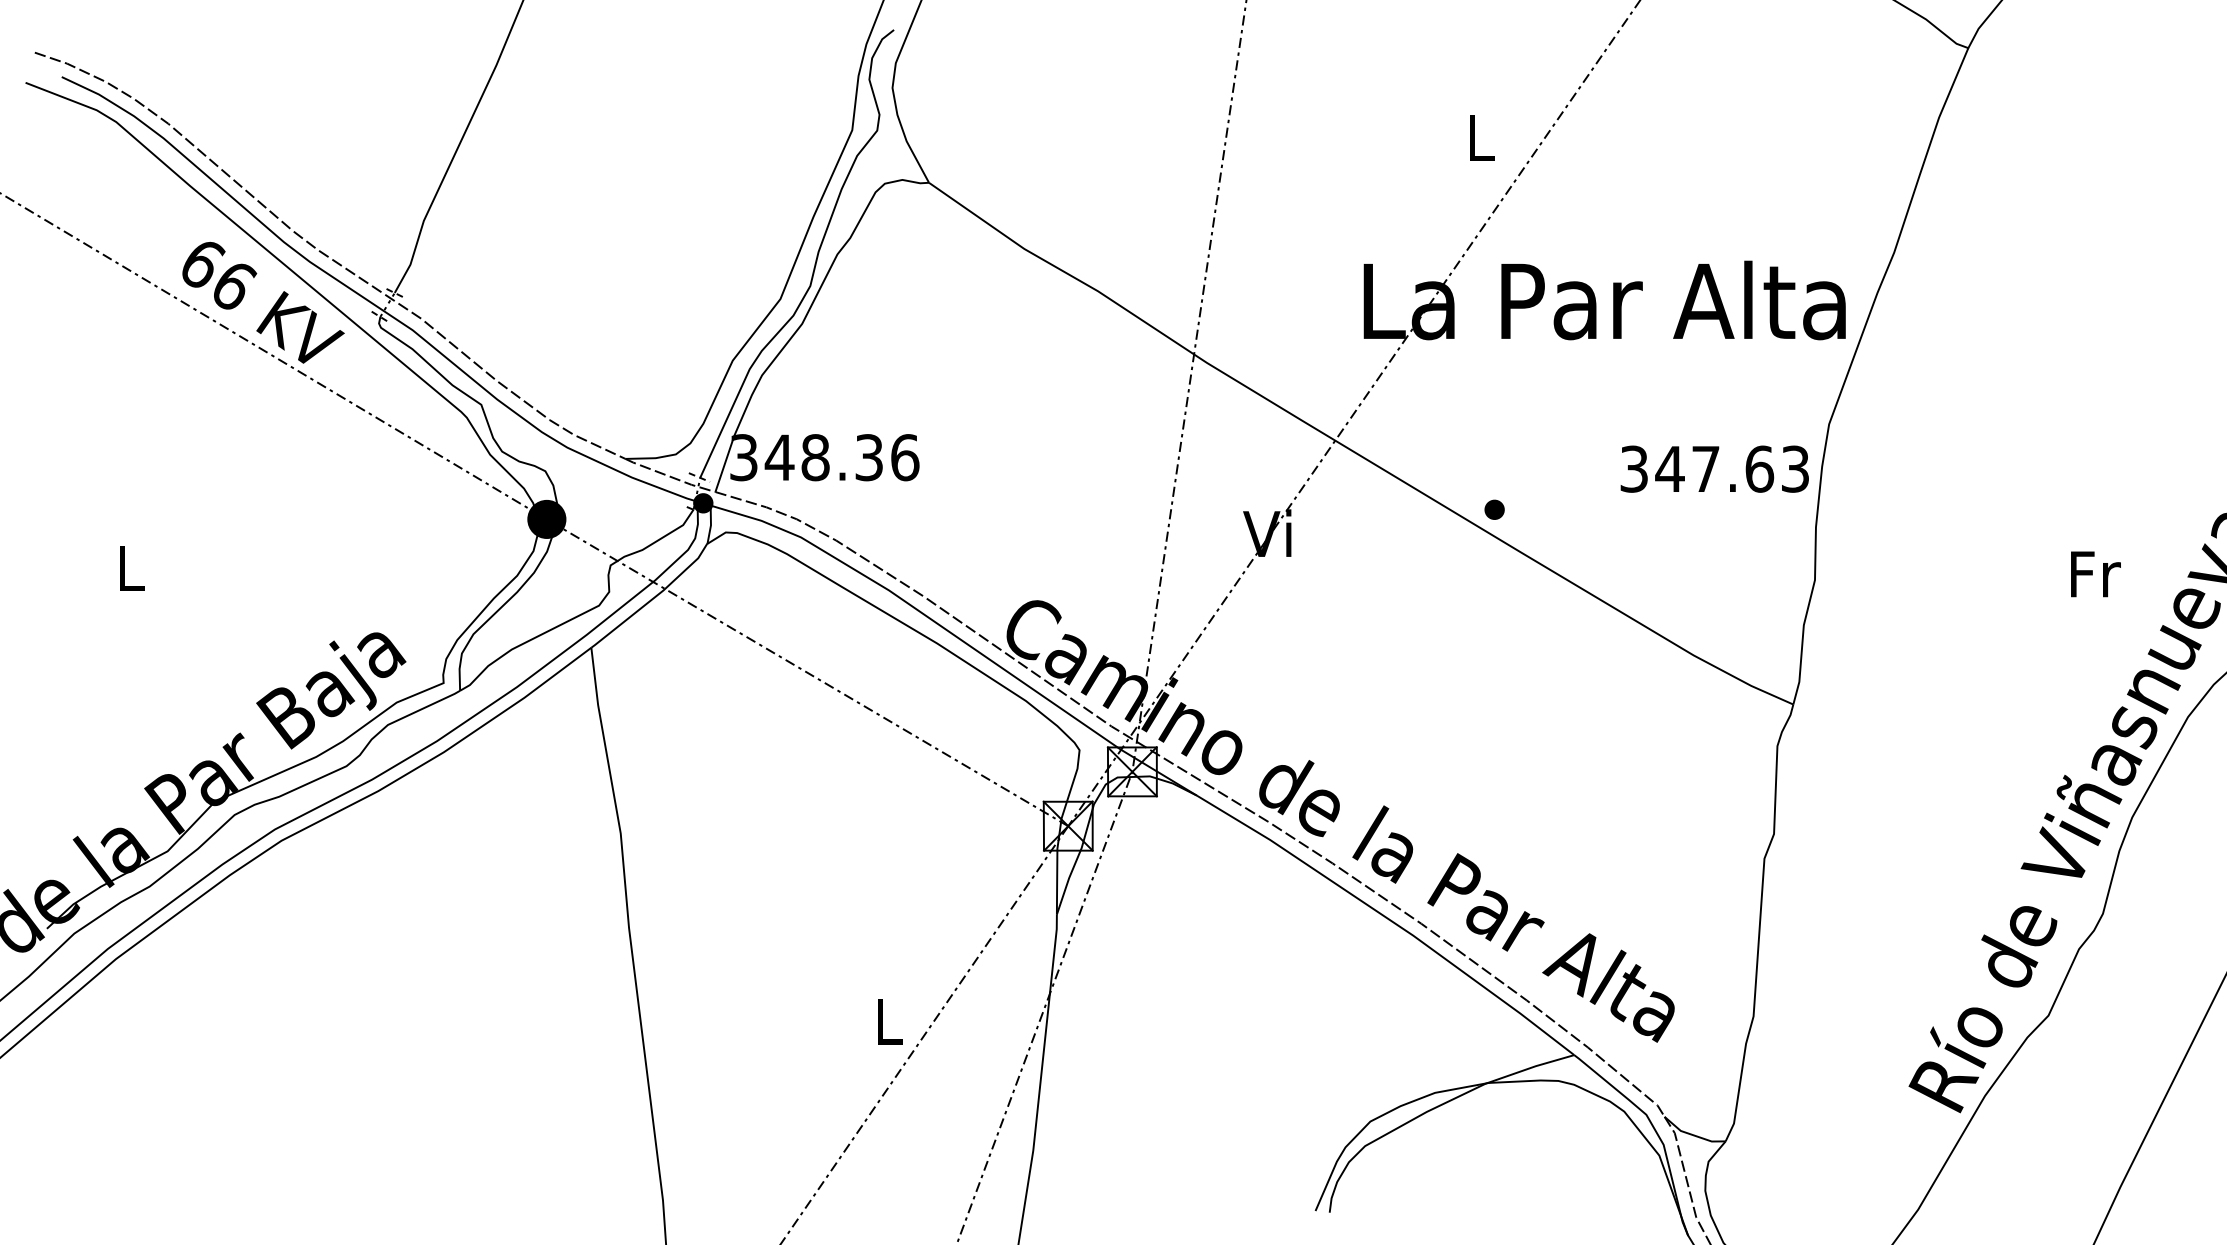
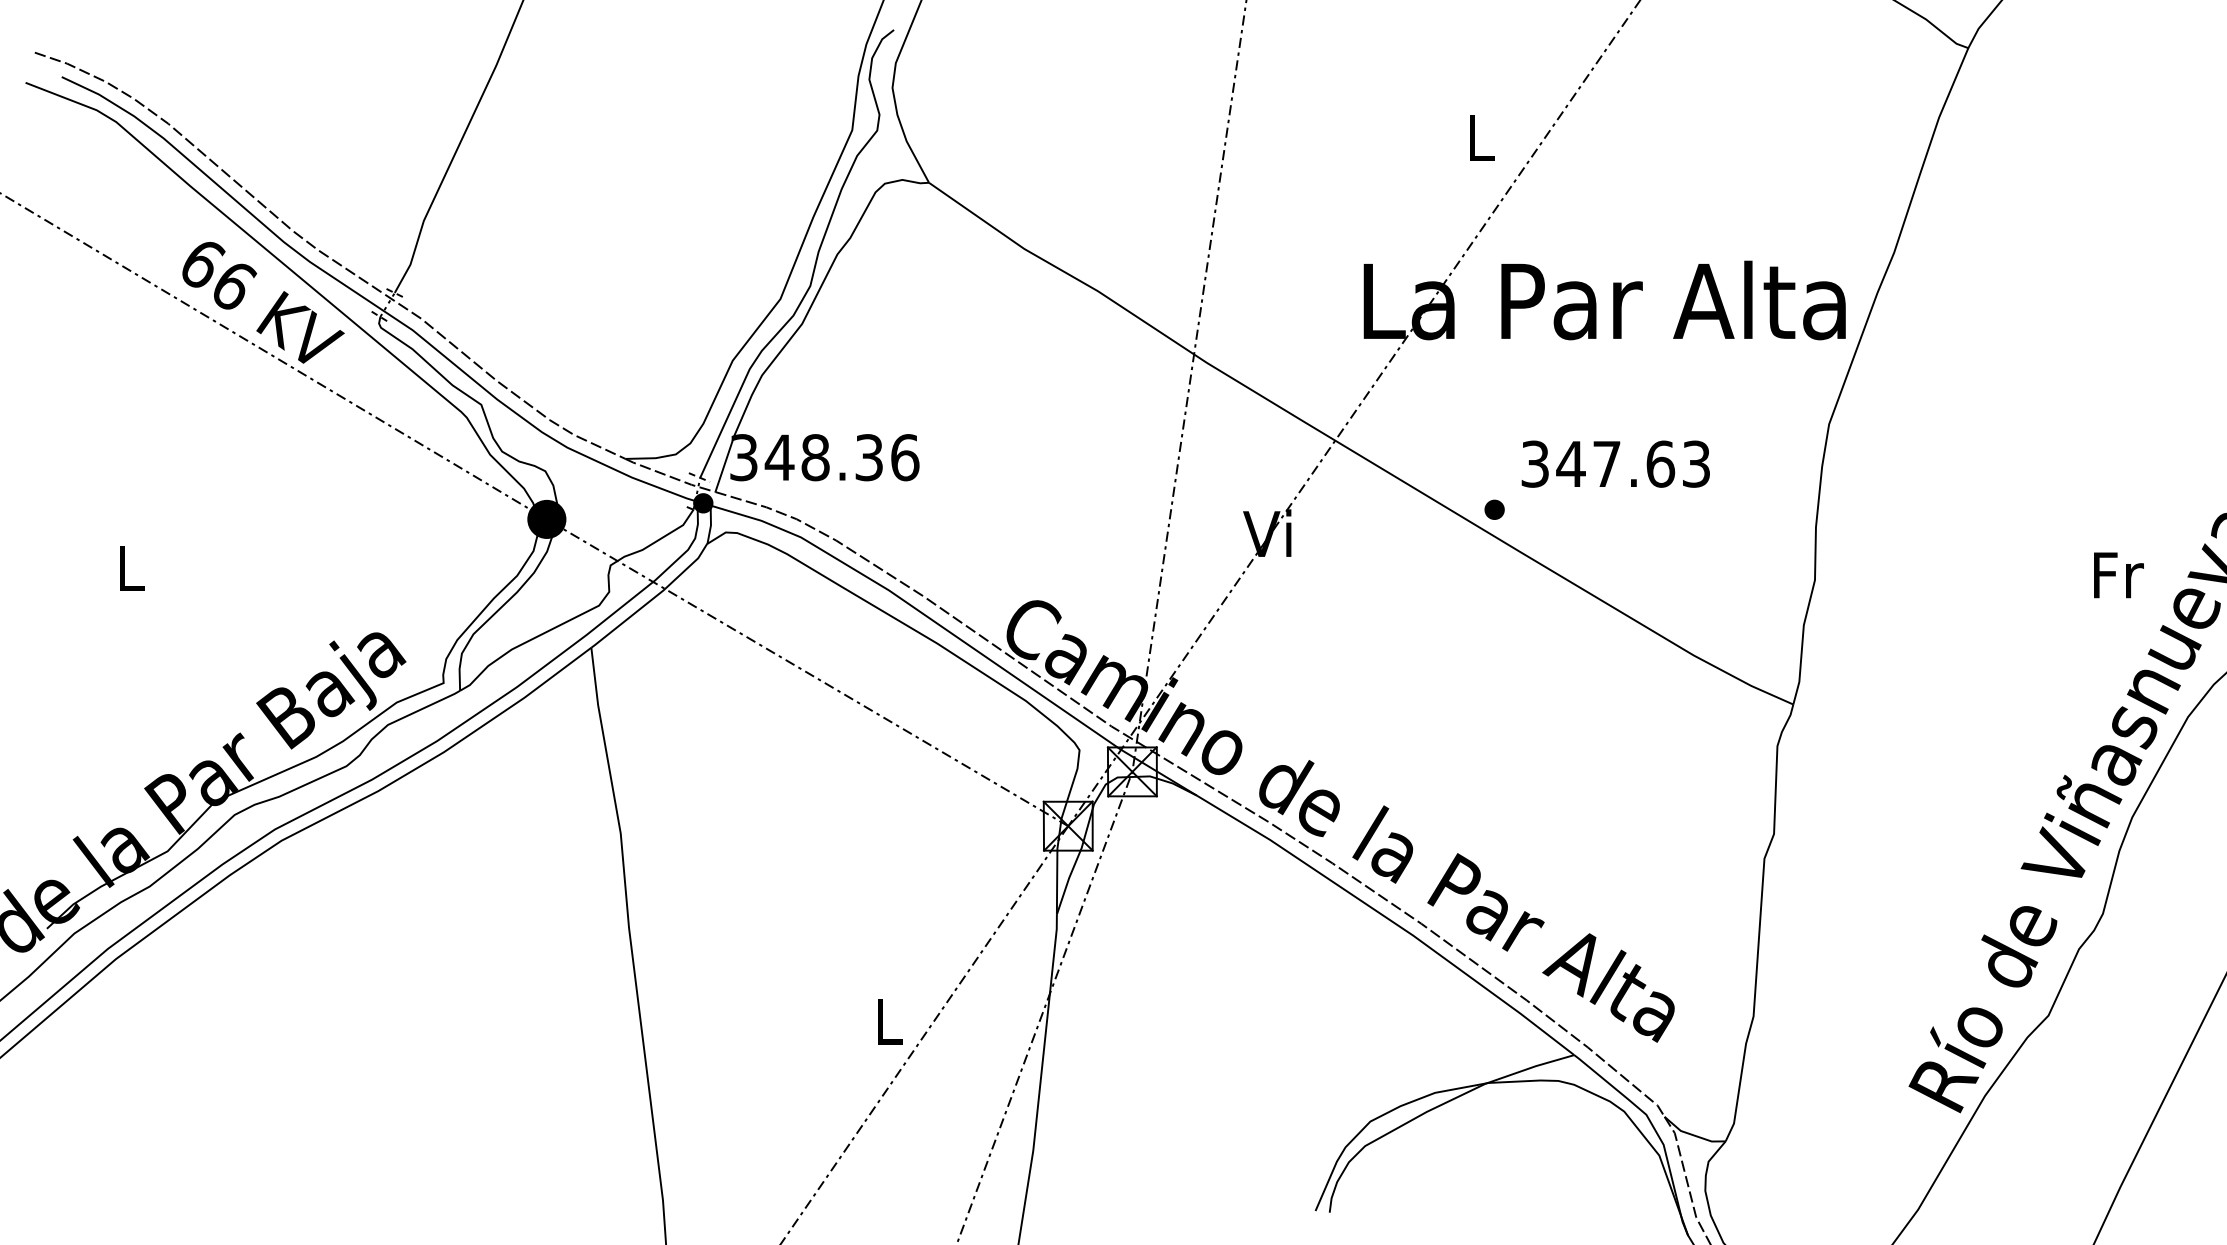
text at (1714, 468) position: (1714, 468) -> (1615, 463)
text at (2095, 574) position: (2095, 574) -> (2118, 575)
